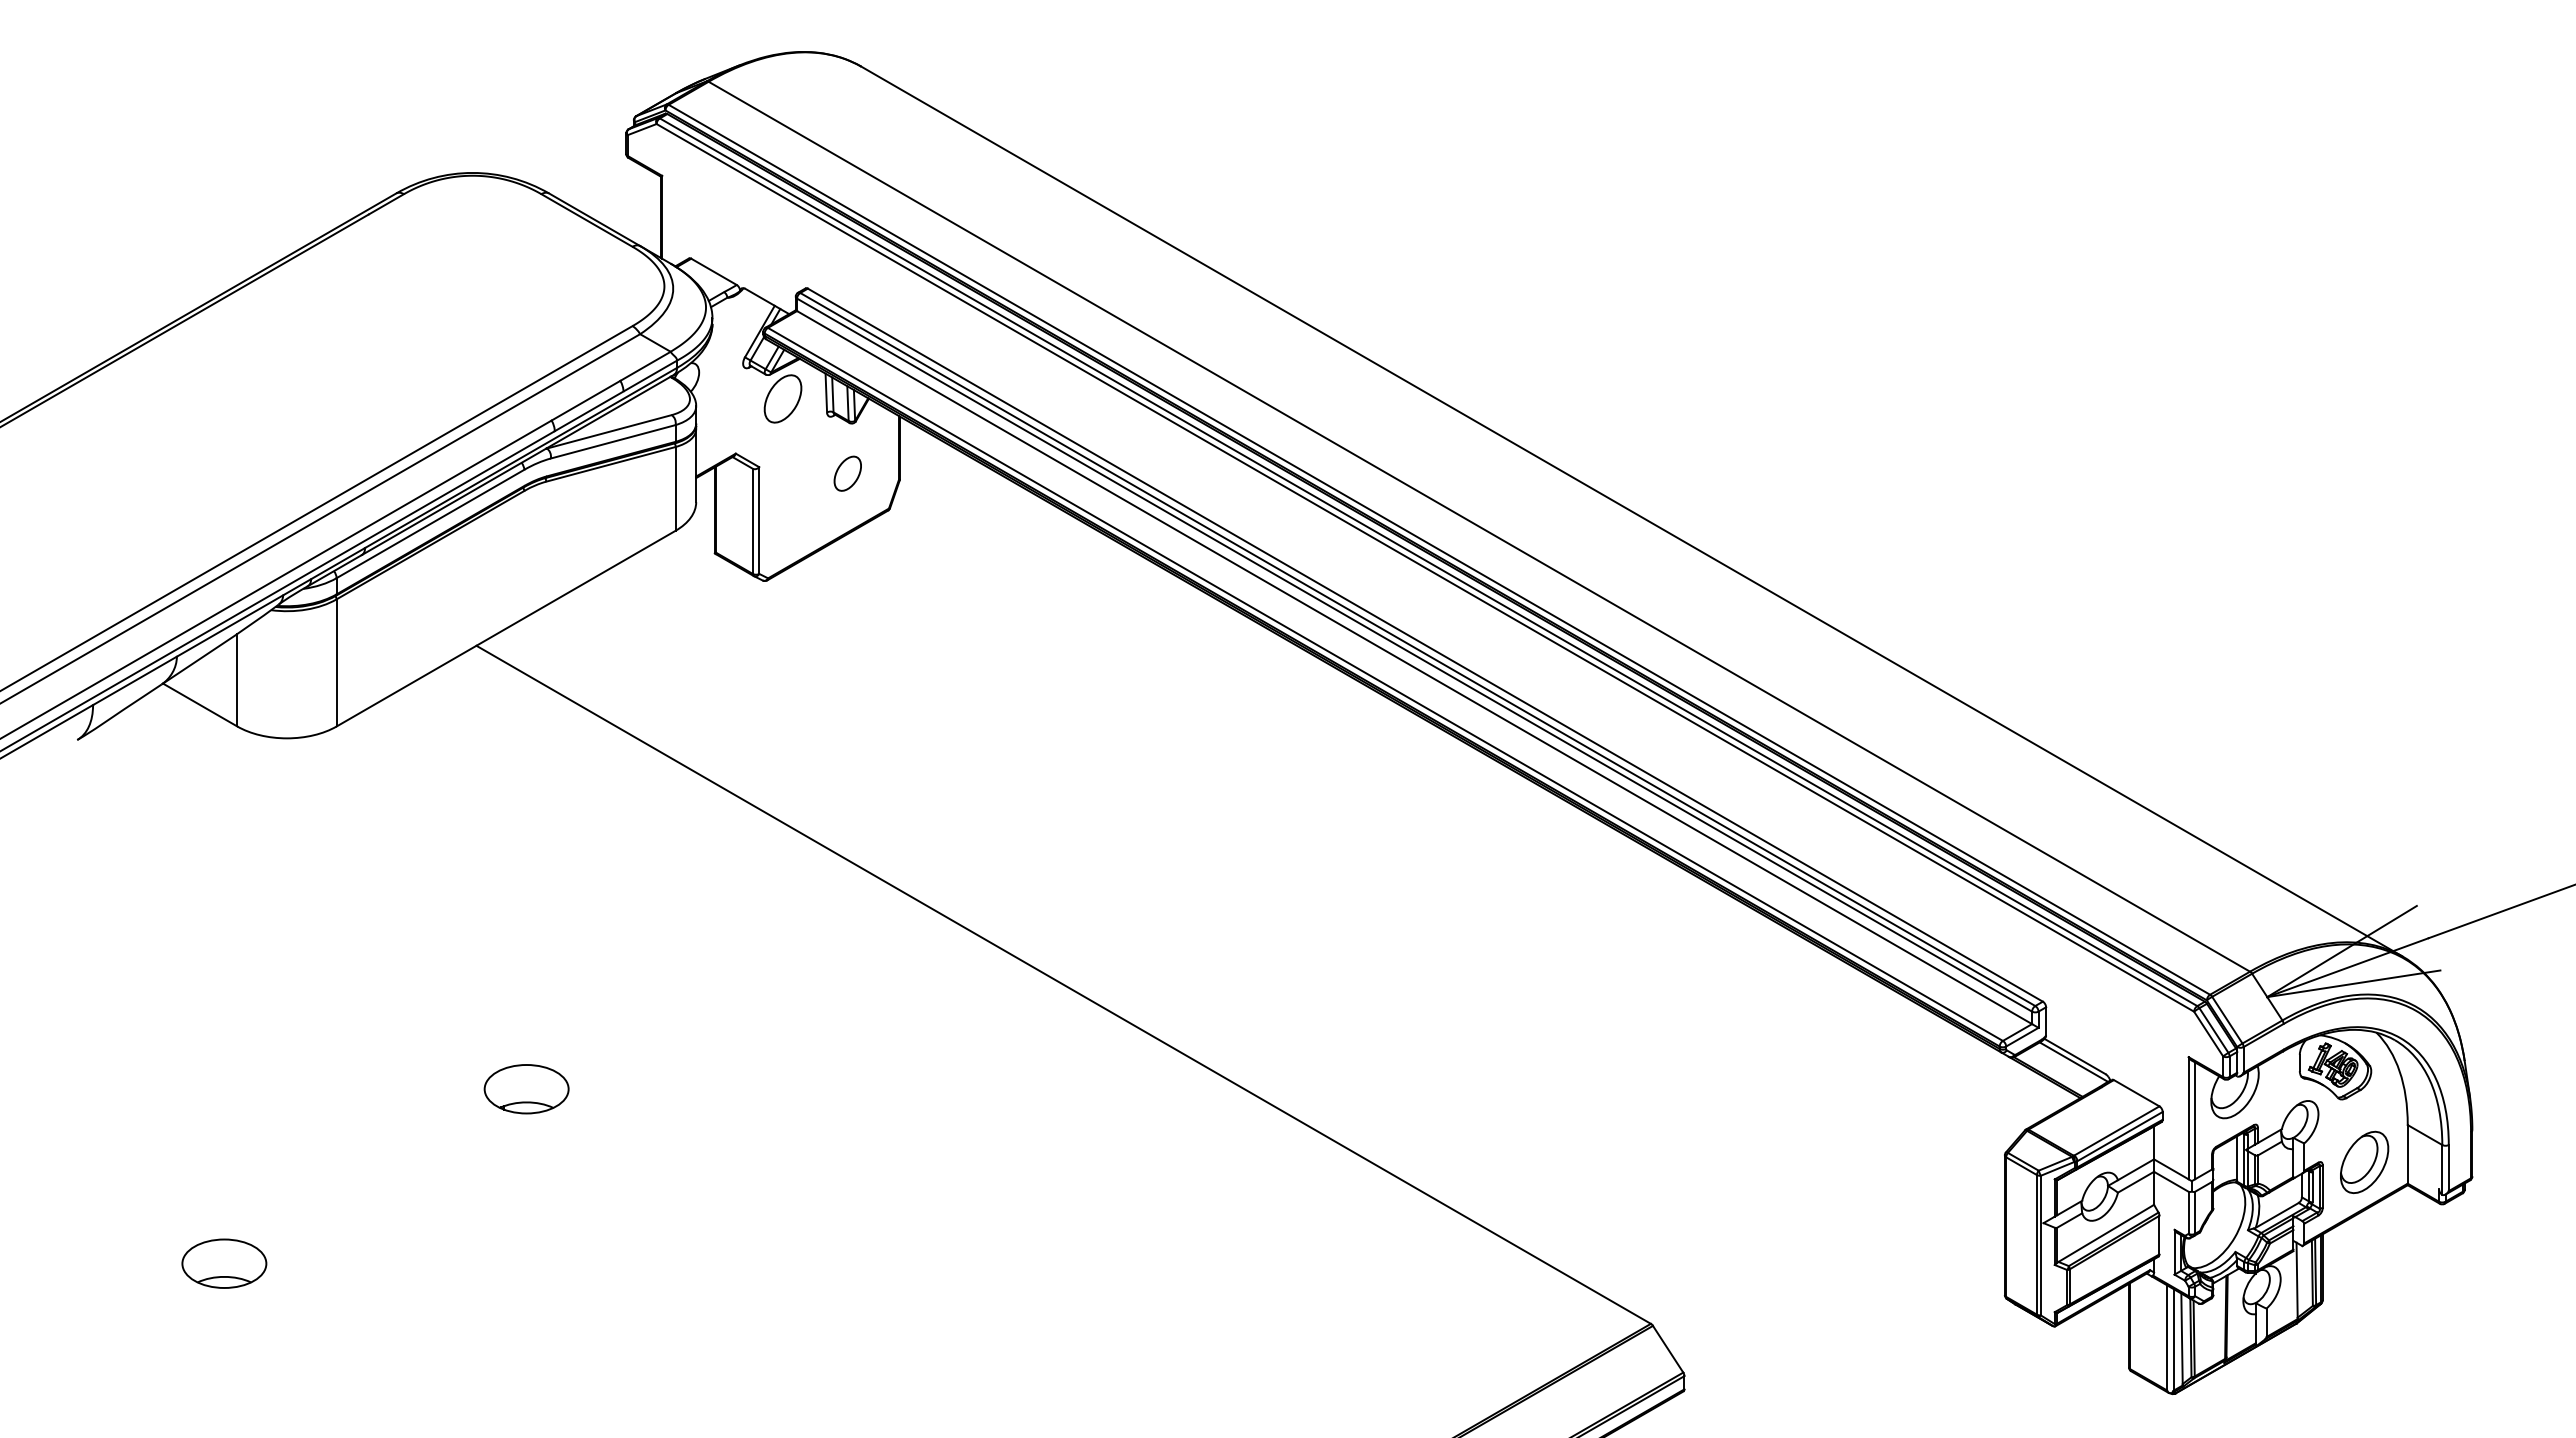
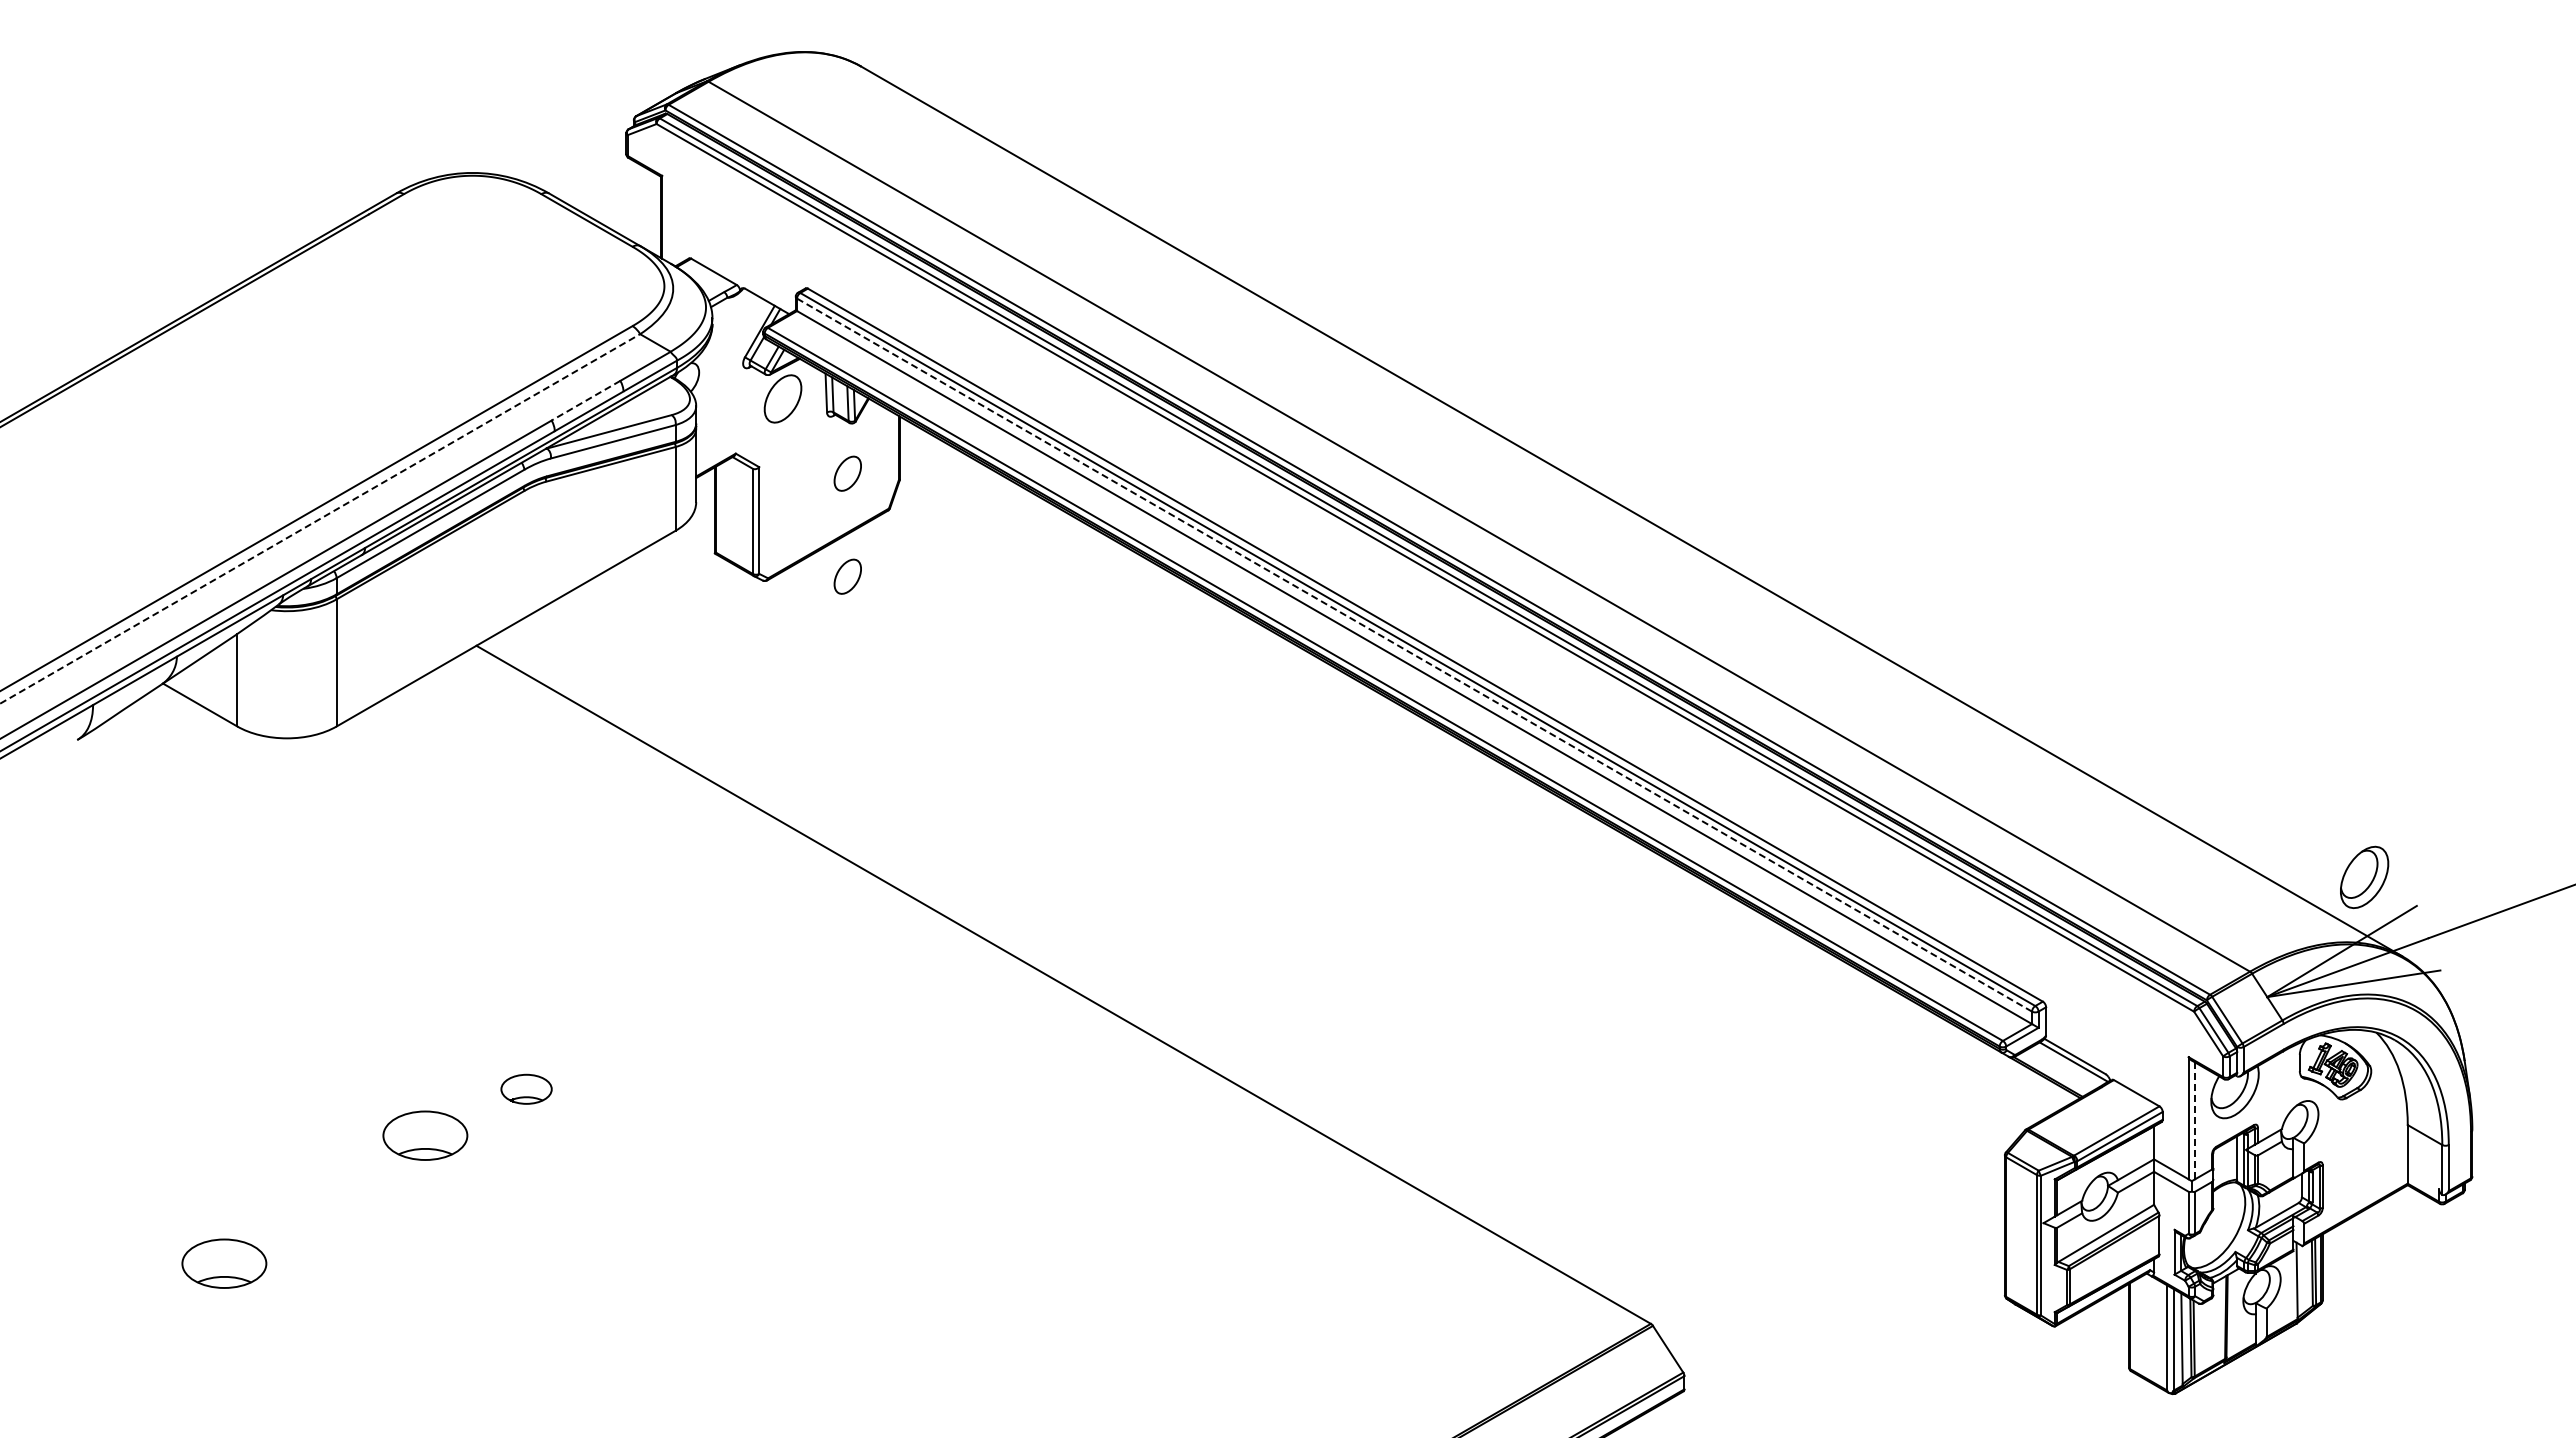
line at (586, 400): solid -> dashed
line at (320, 518): solid -> dashed
part at (847, 576): none -> present
line at (1415, 655): solid -> dashed
part at (526, 1089) size: 87x51 px -> 53x32 px
line at (2195, 1120): solid -> dashed
part at (425, 1135): none -> present
part at (2364, 1162) position: (2364, 1162) -> (2364, 877)
